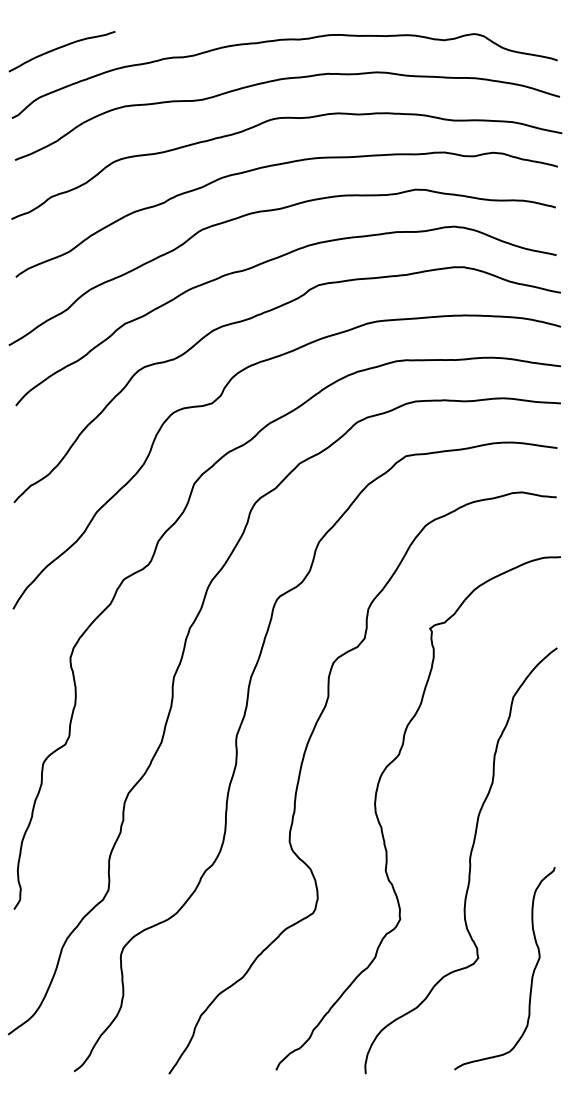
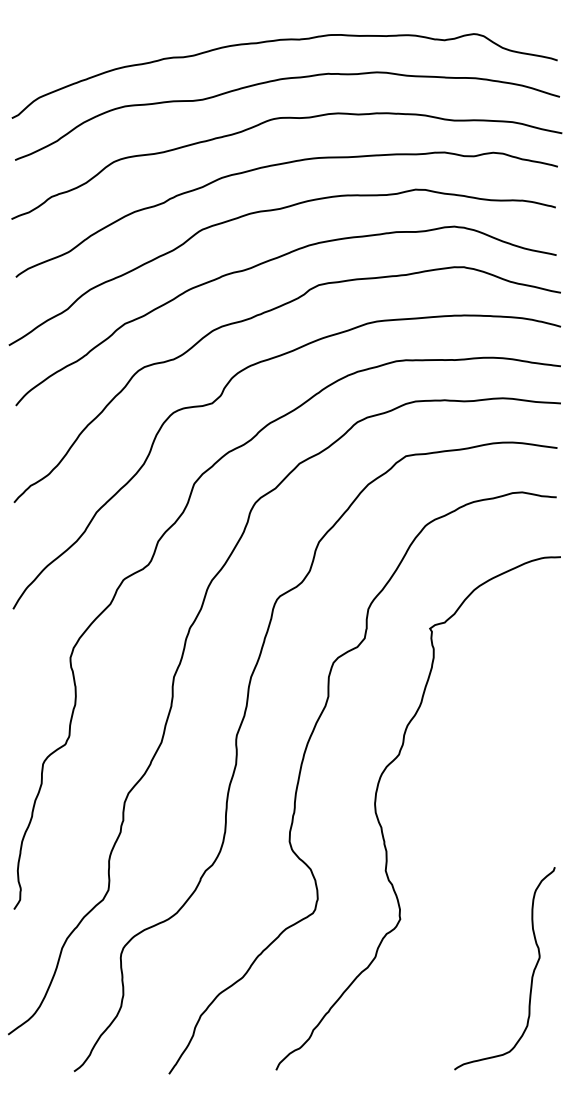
curve at (60, 48): present -> none
curve at (469, 860): present -> none
